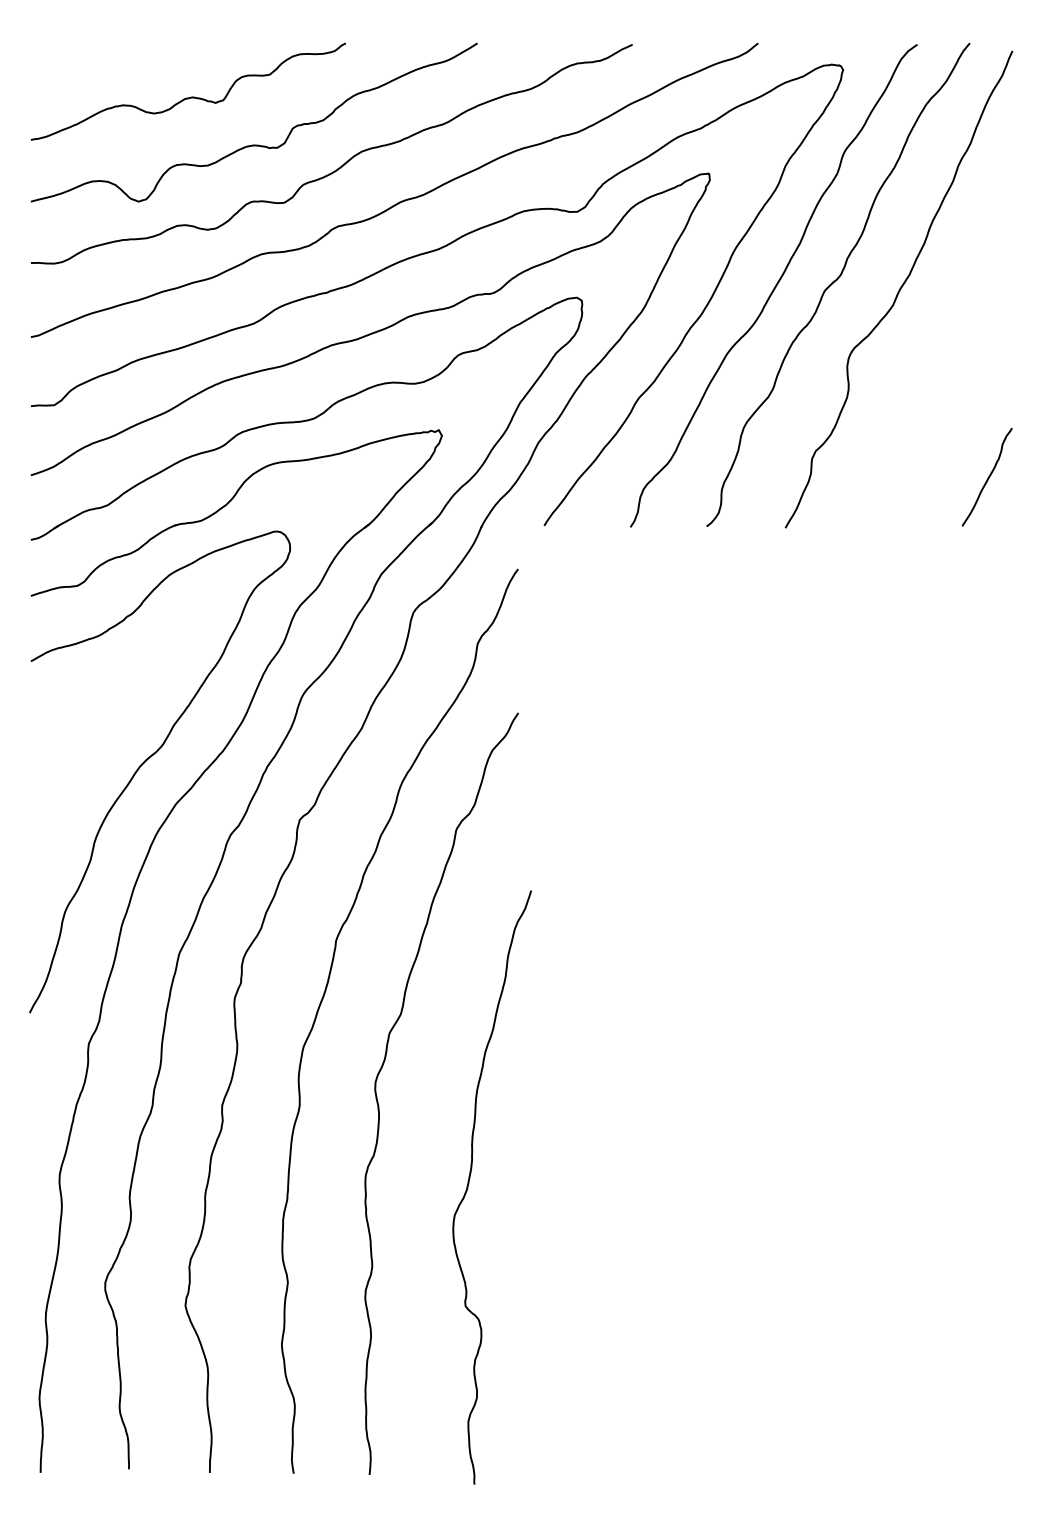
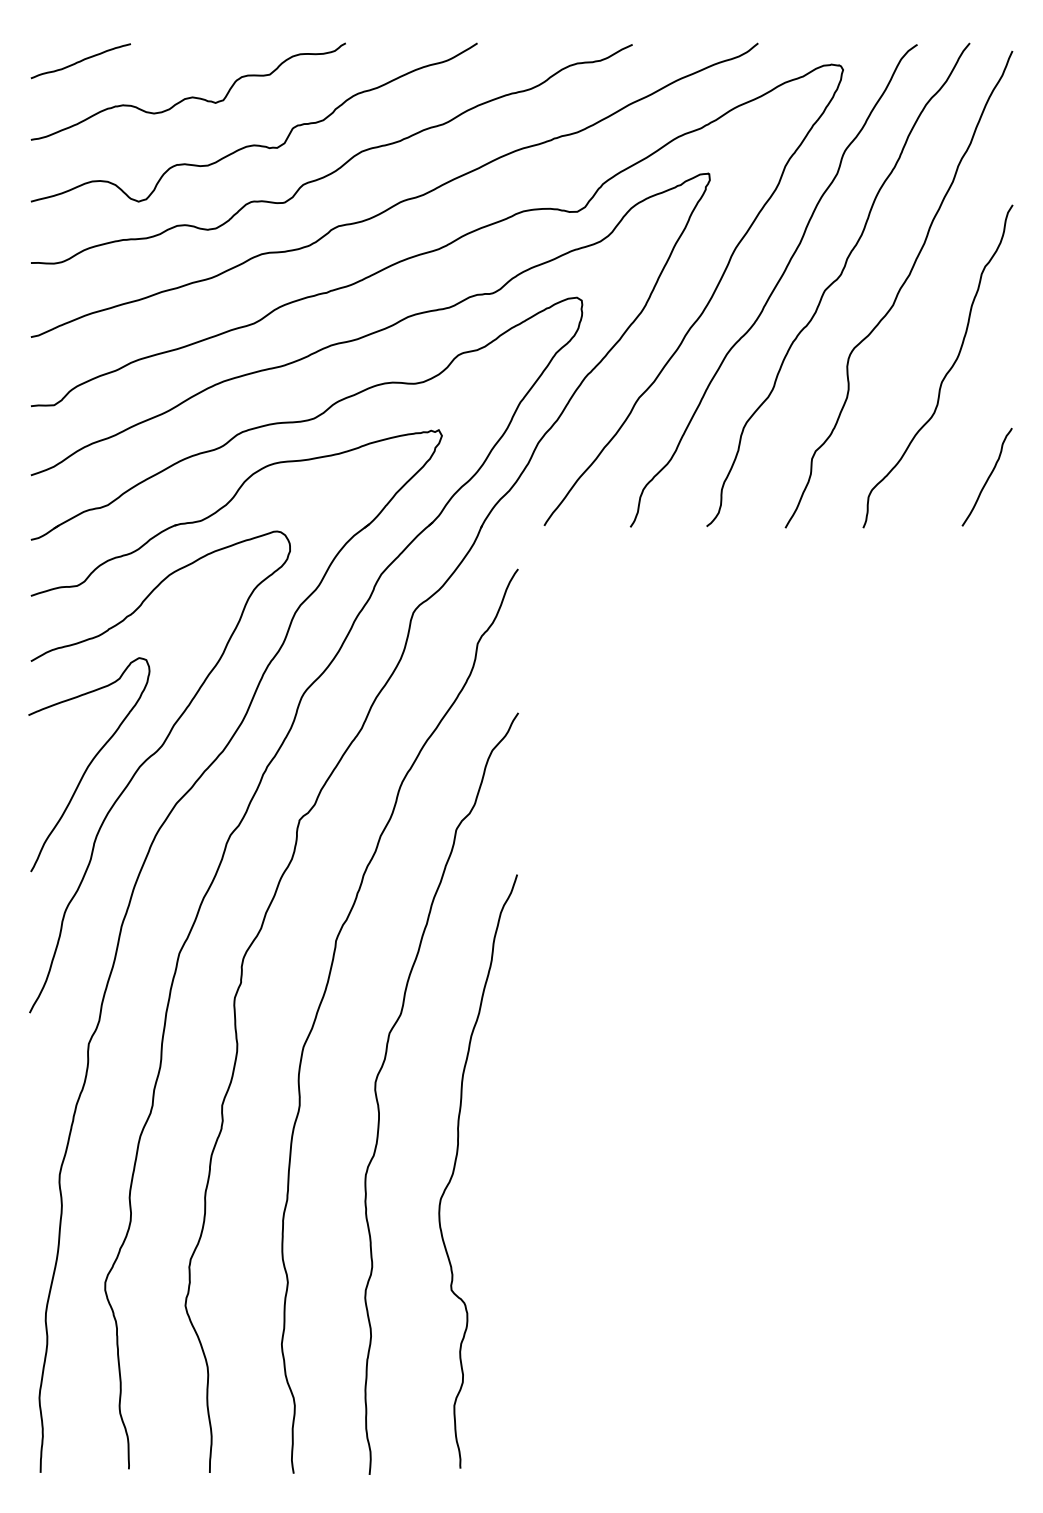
curve at (80, 61): none -> present
curve at (946, 372): none -> present
curve at (89, 764): none -> present
curve at (469, 1183) position: (469, 1183) -> (455, 1167)
